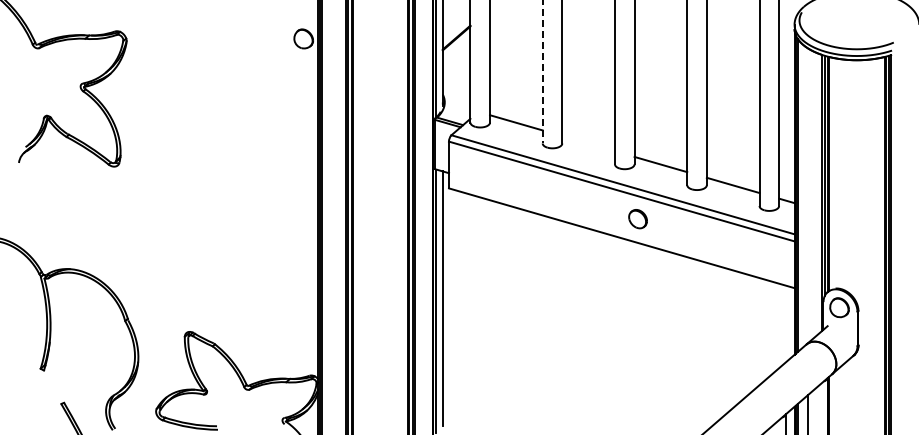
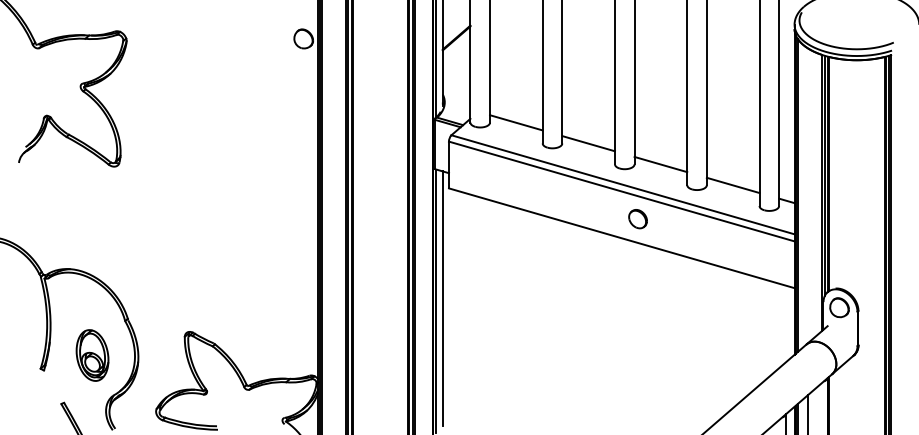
line at (542, 72): dashed -> solid
line at (588, 143): none -> present
part at (92, 355): none -> present
